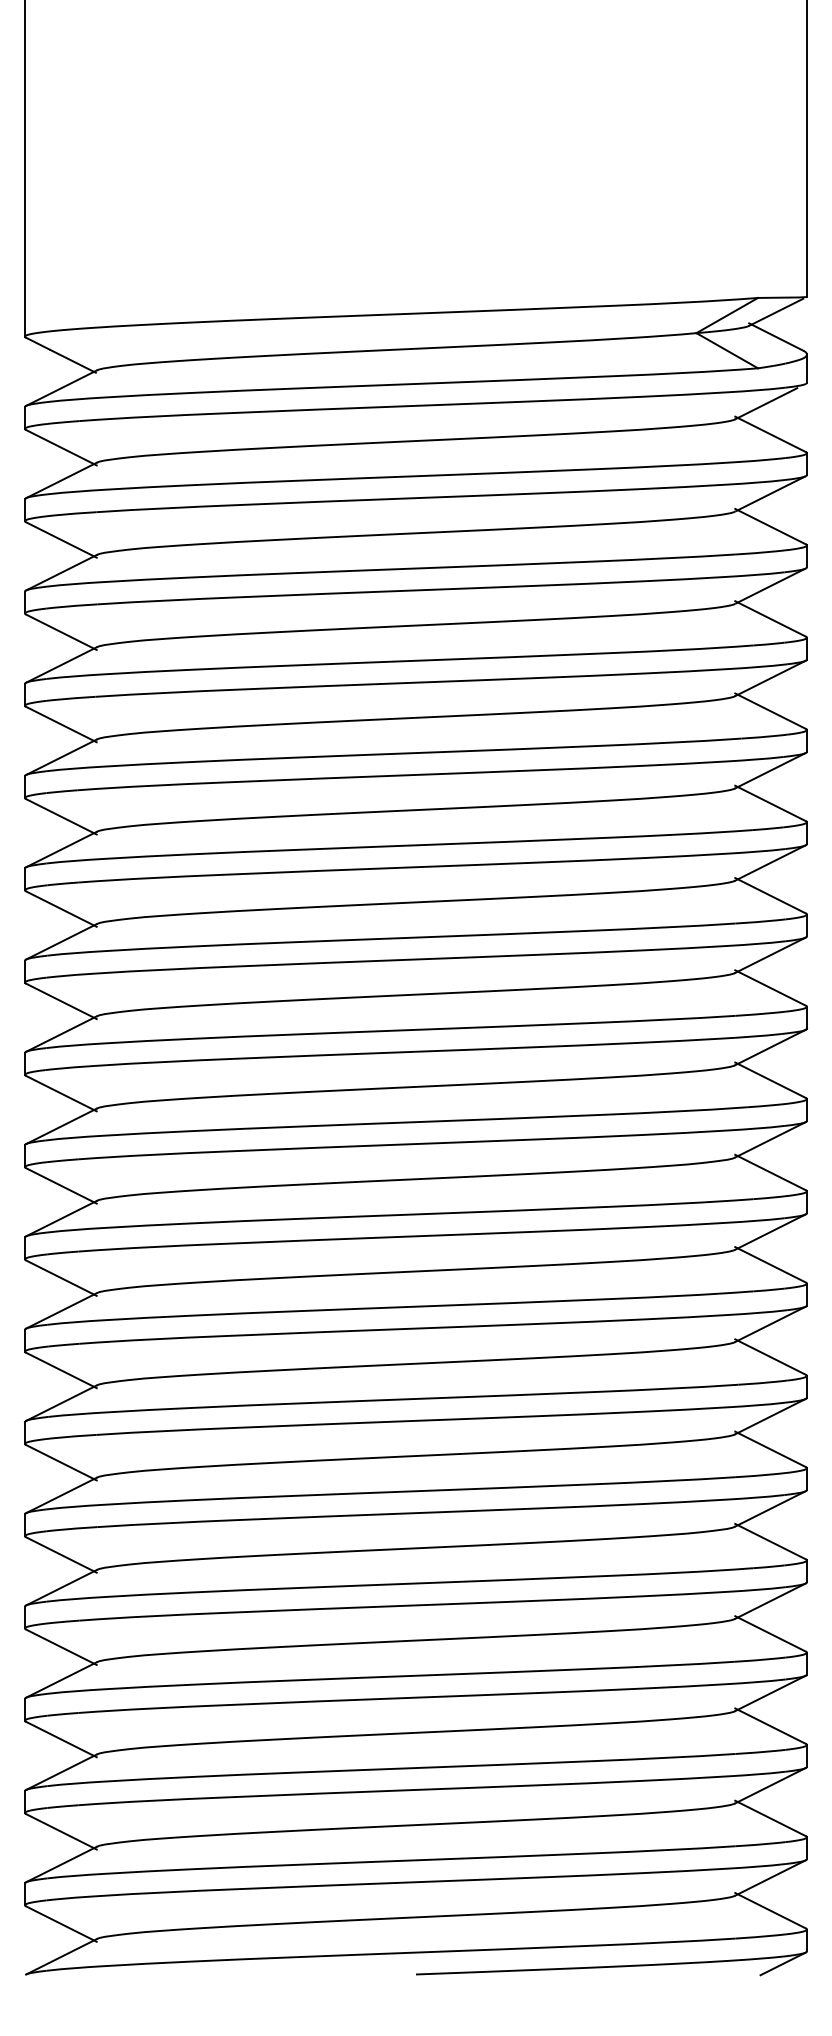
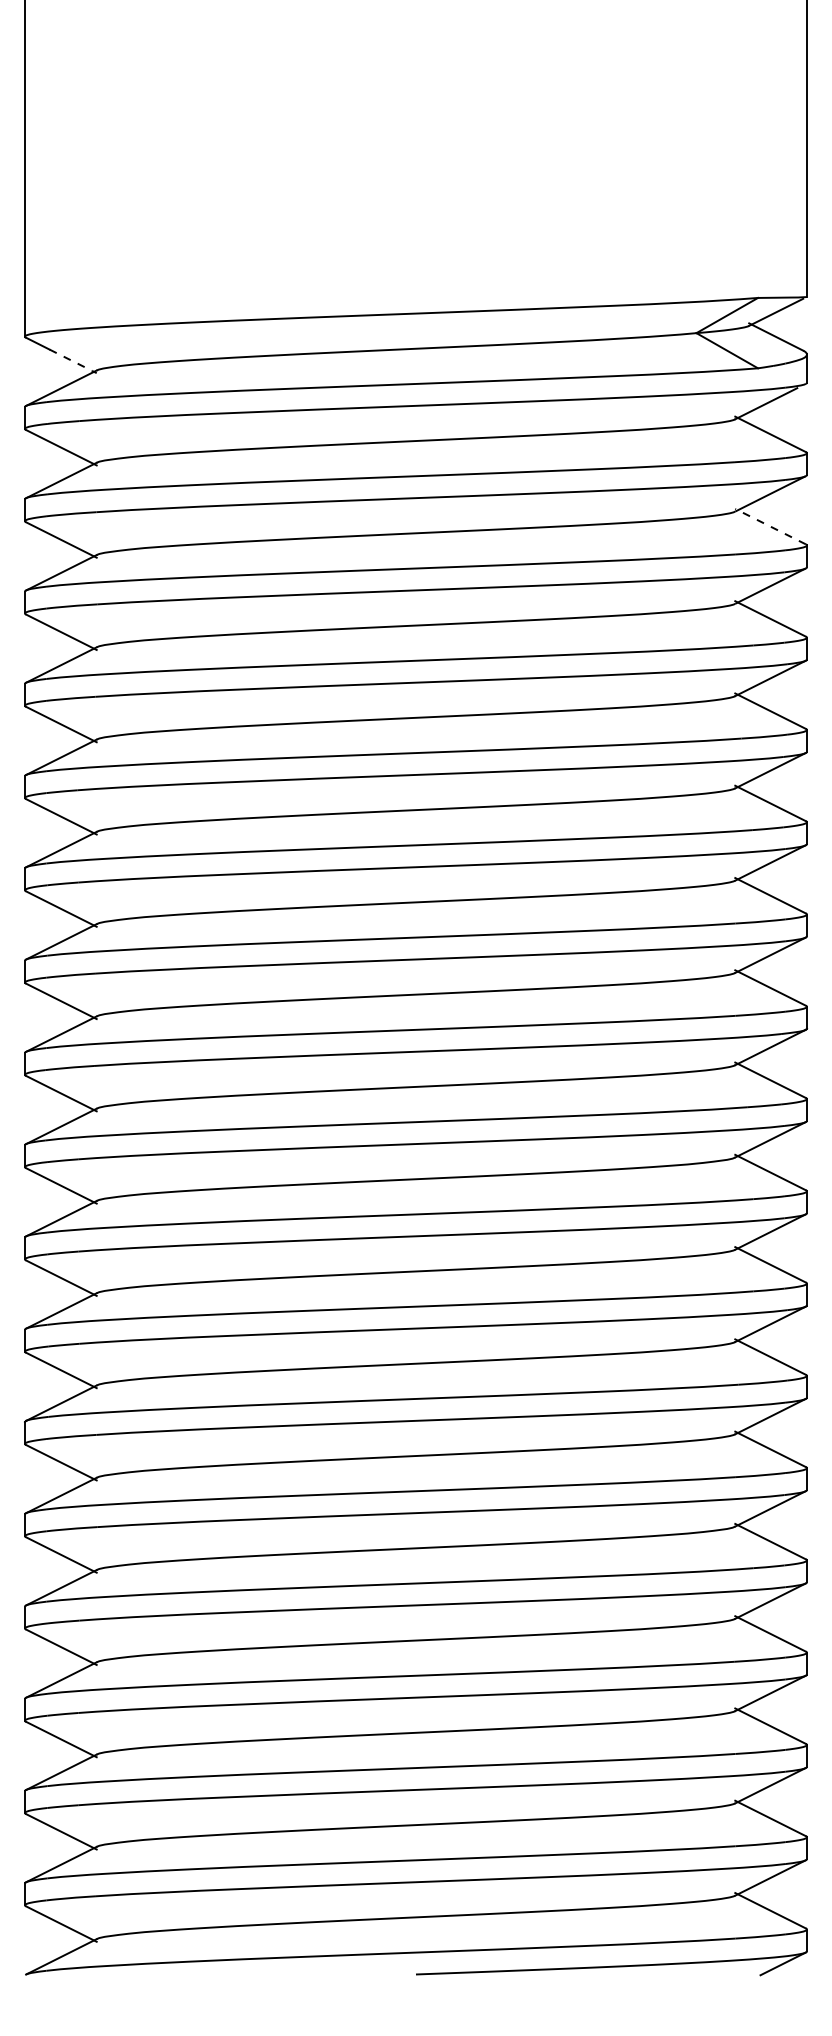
line at (74, 362): solid -> dashed
line at (770, 526): solid -> dashed
